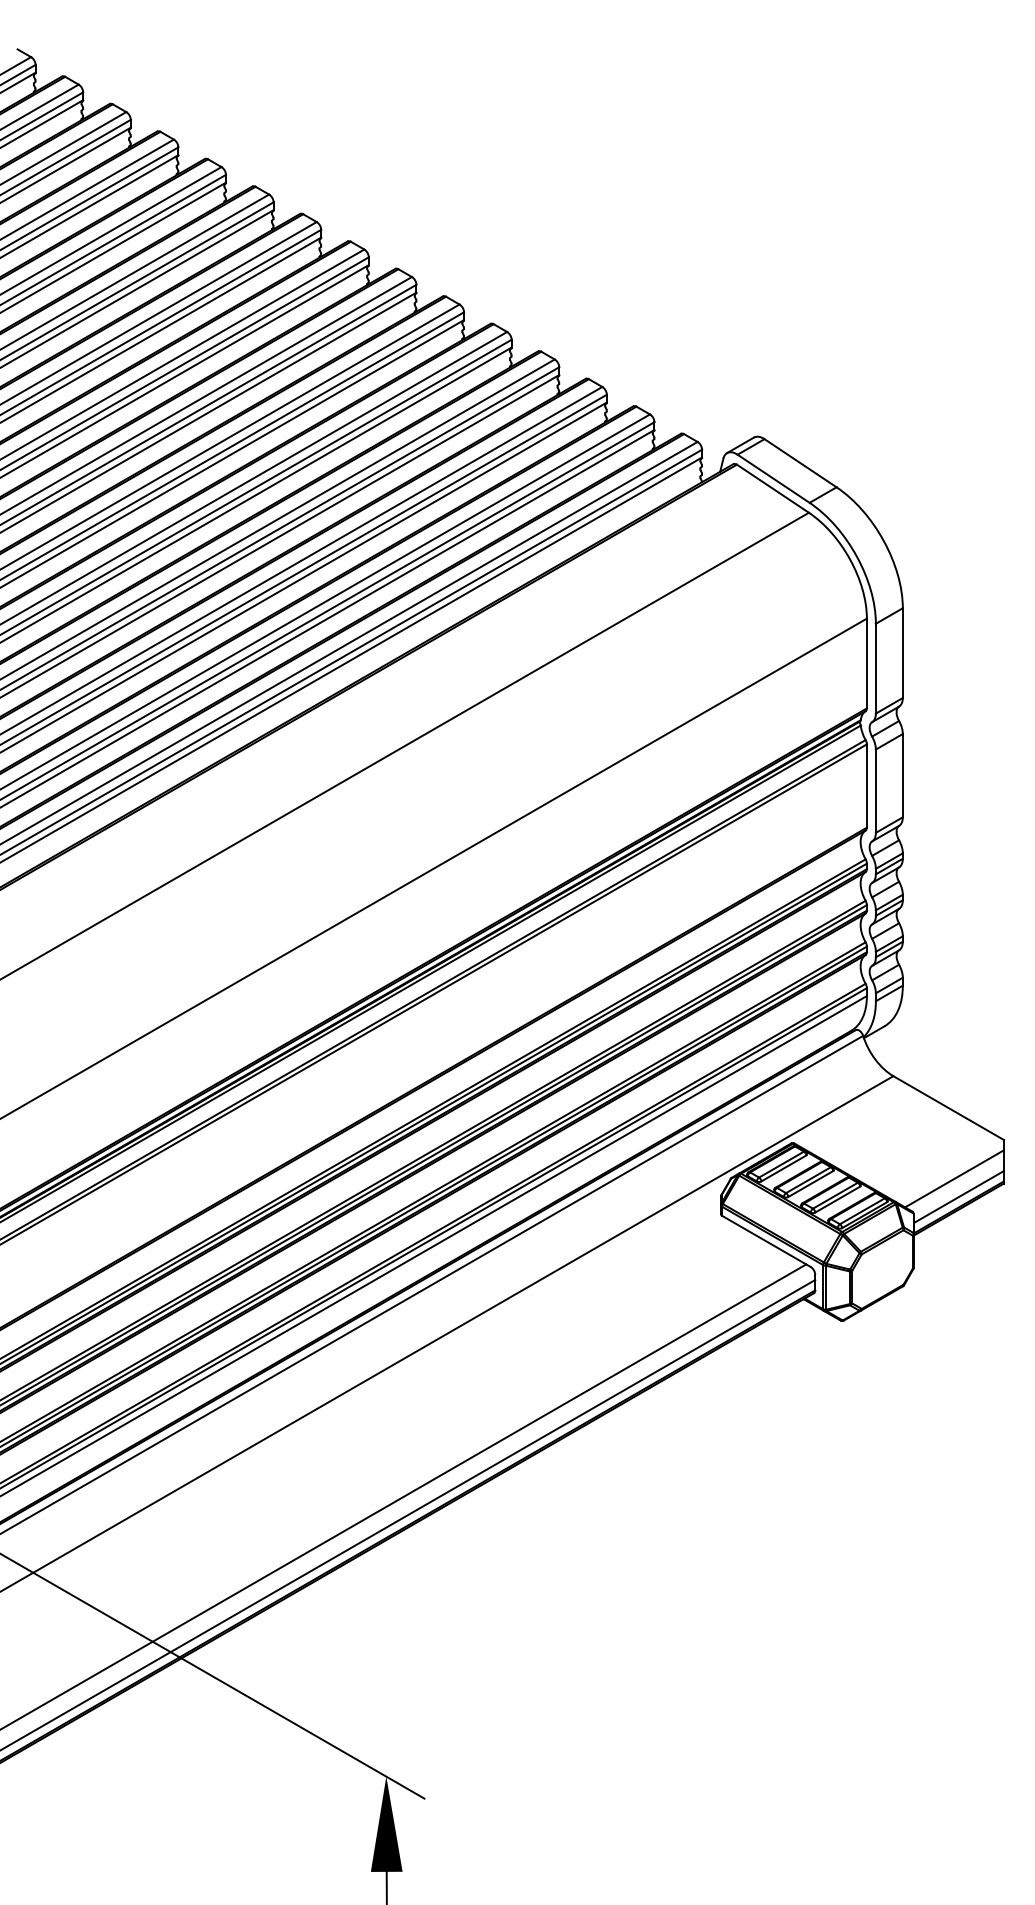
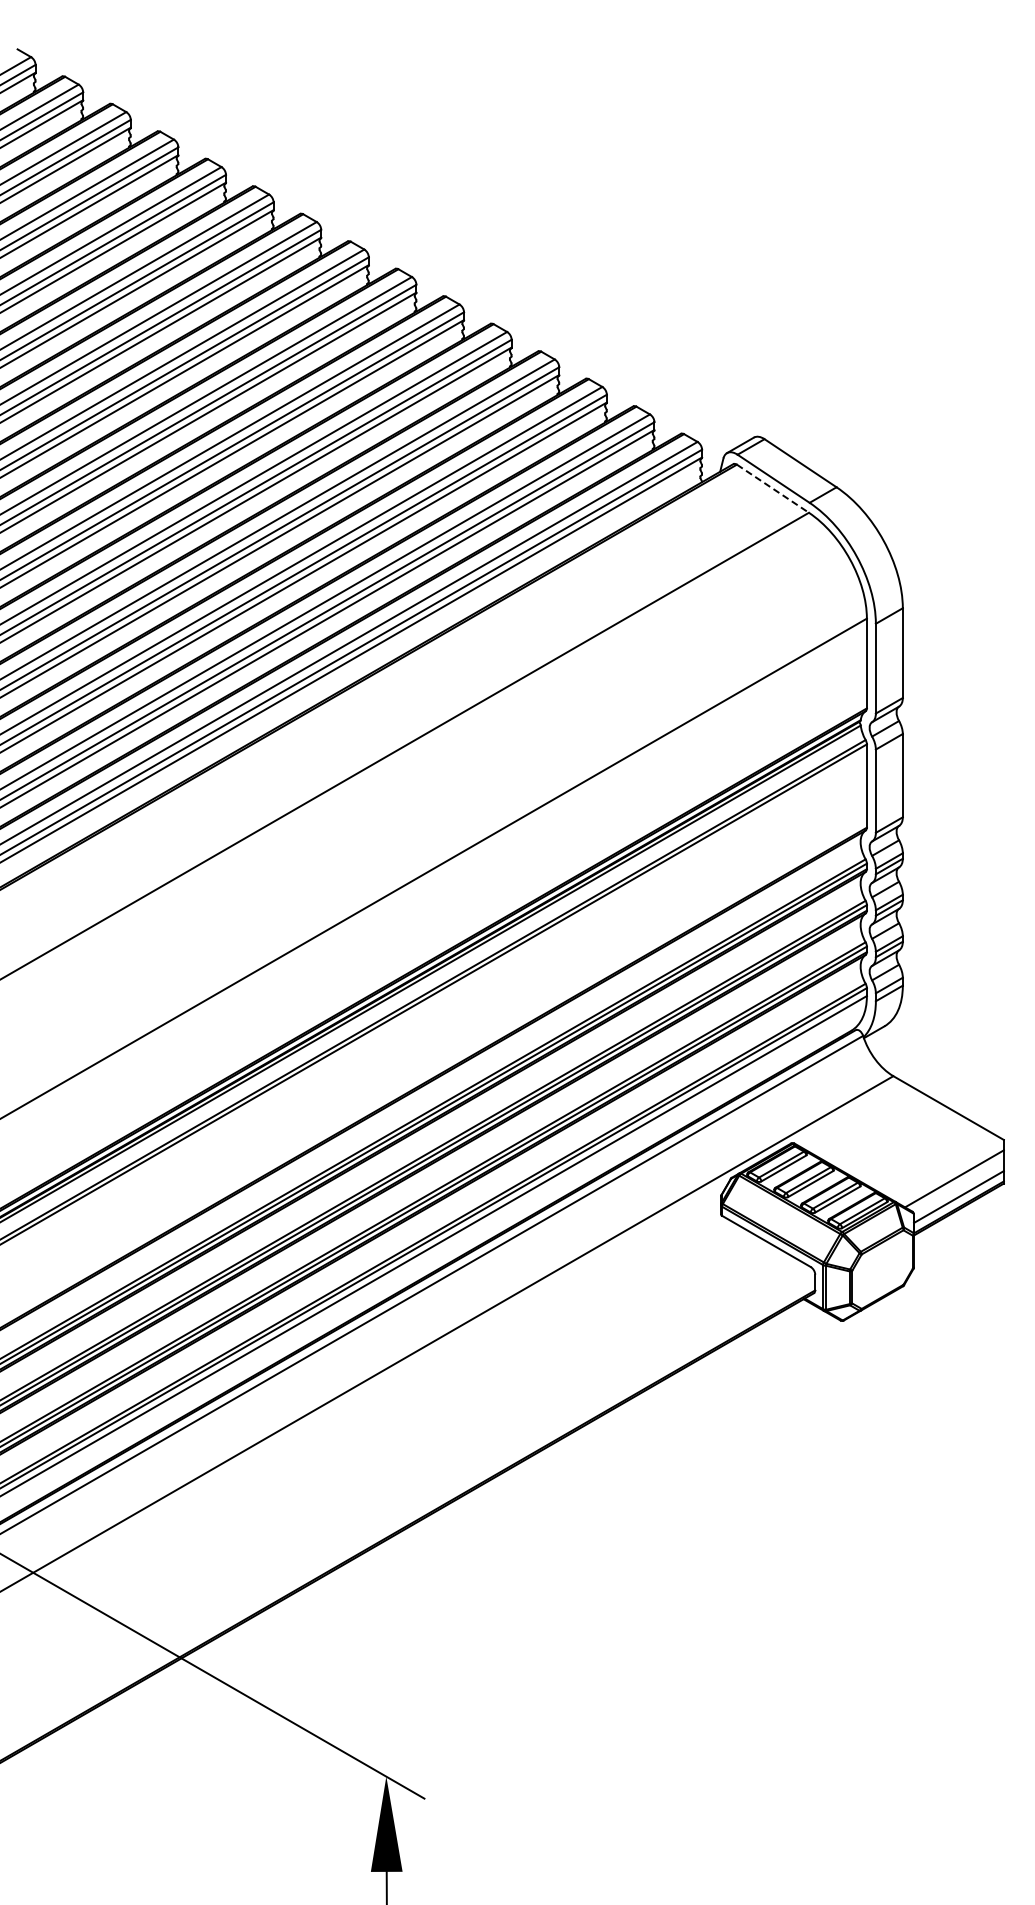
line at (773, 489): solid -> dashed
line at (404, 1496): present -> none
line at (408, 1514): present -> none
